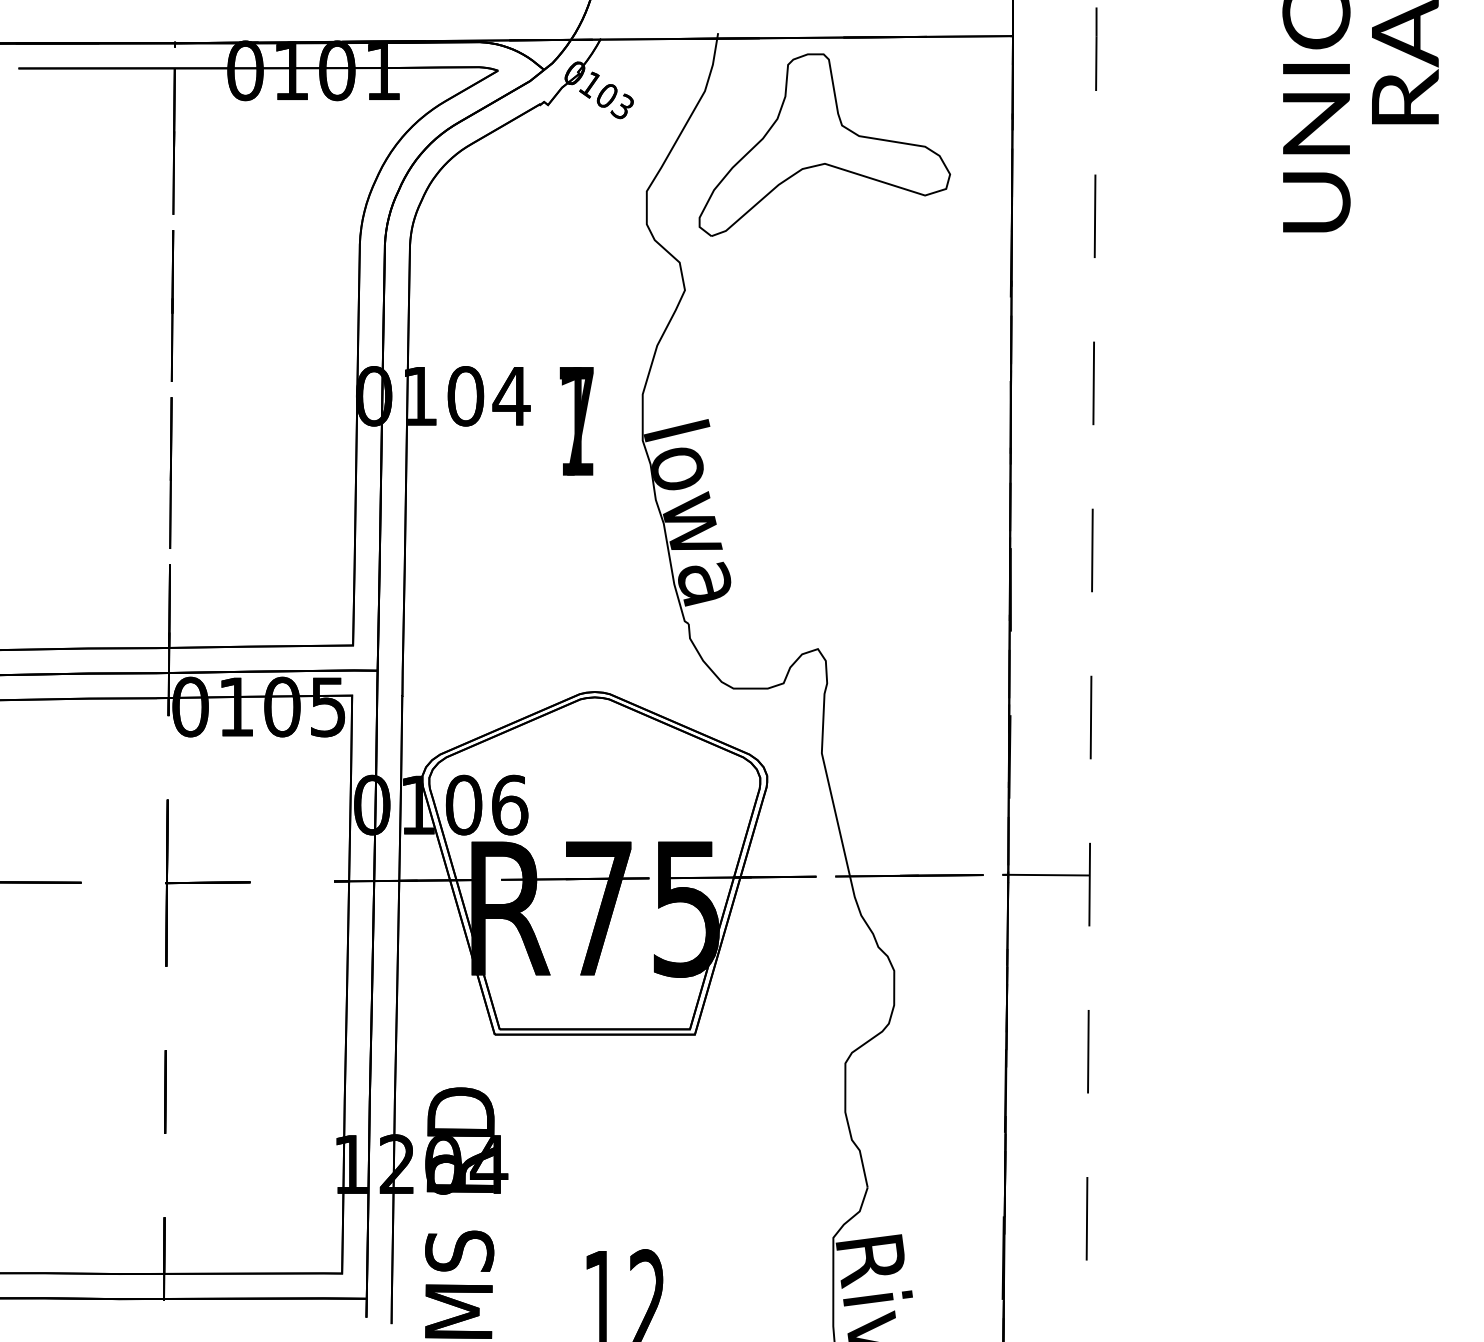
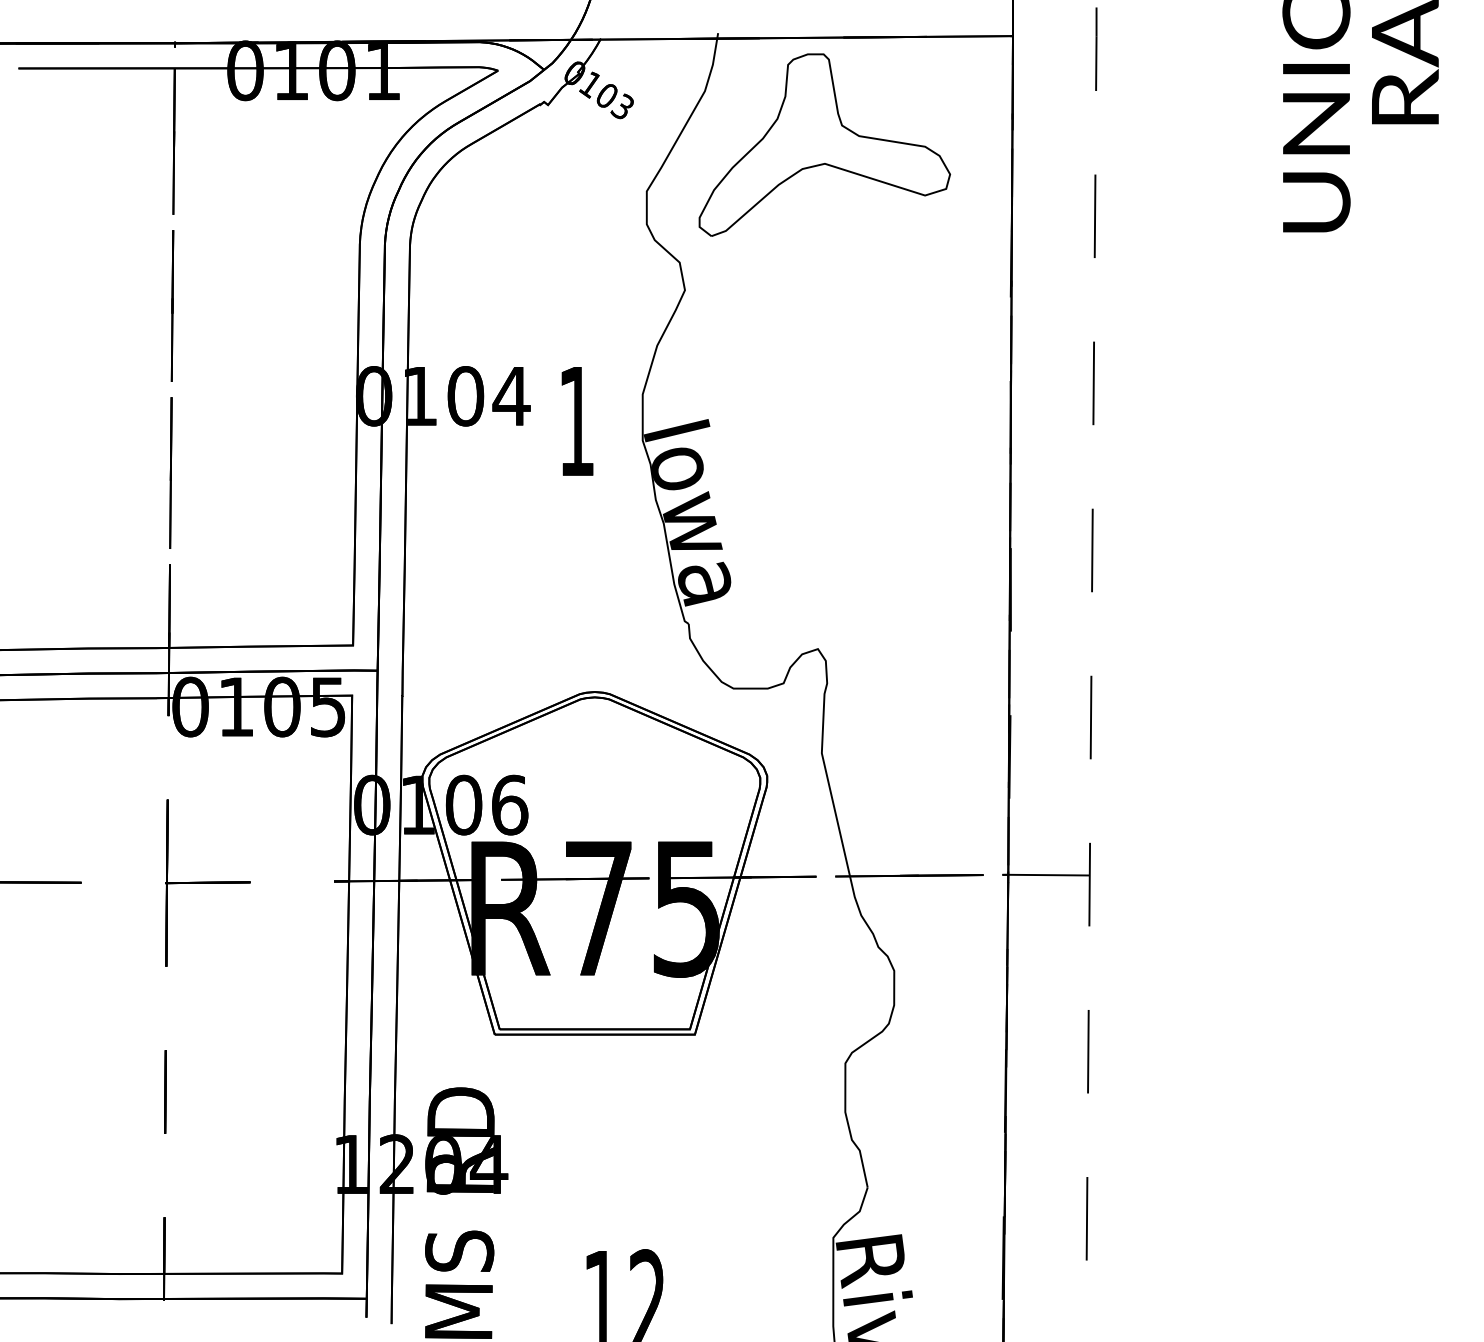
text at (576, 421): 7 -> 1
